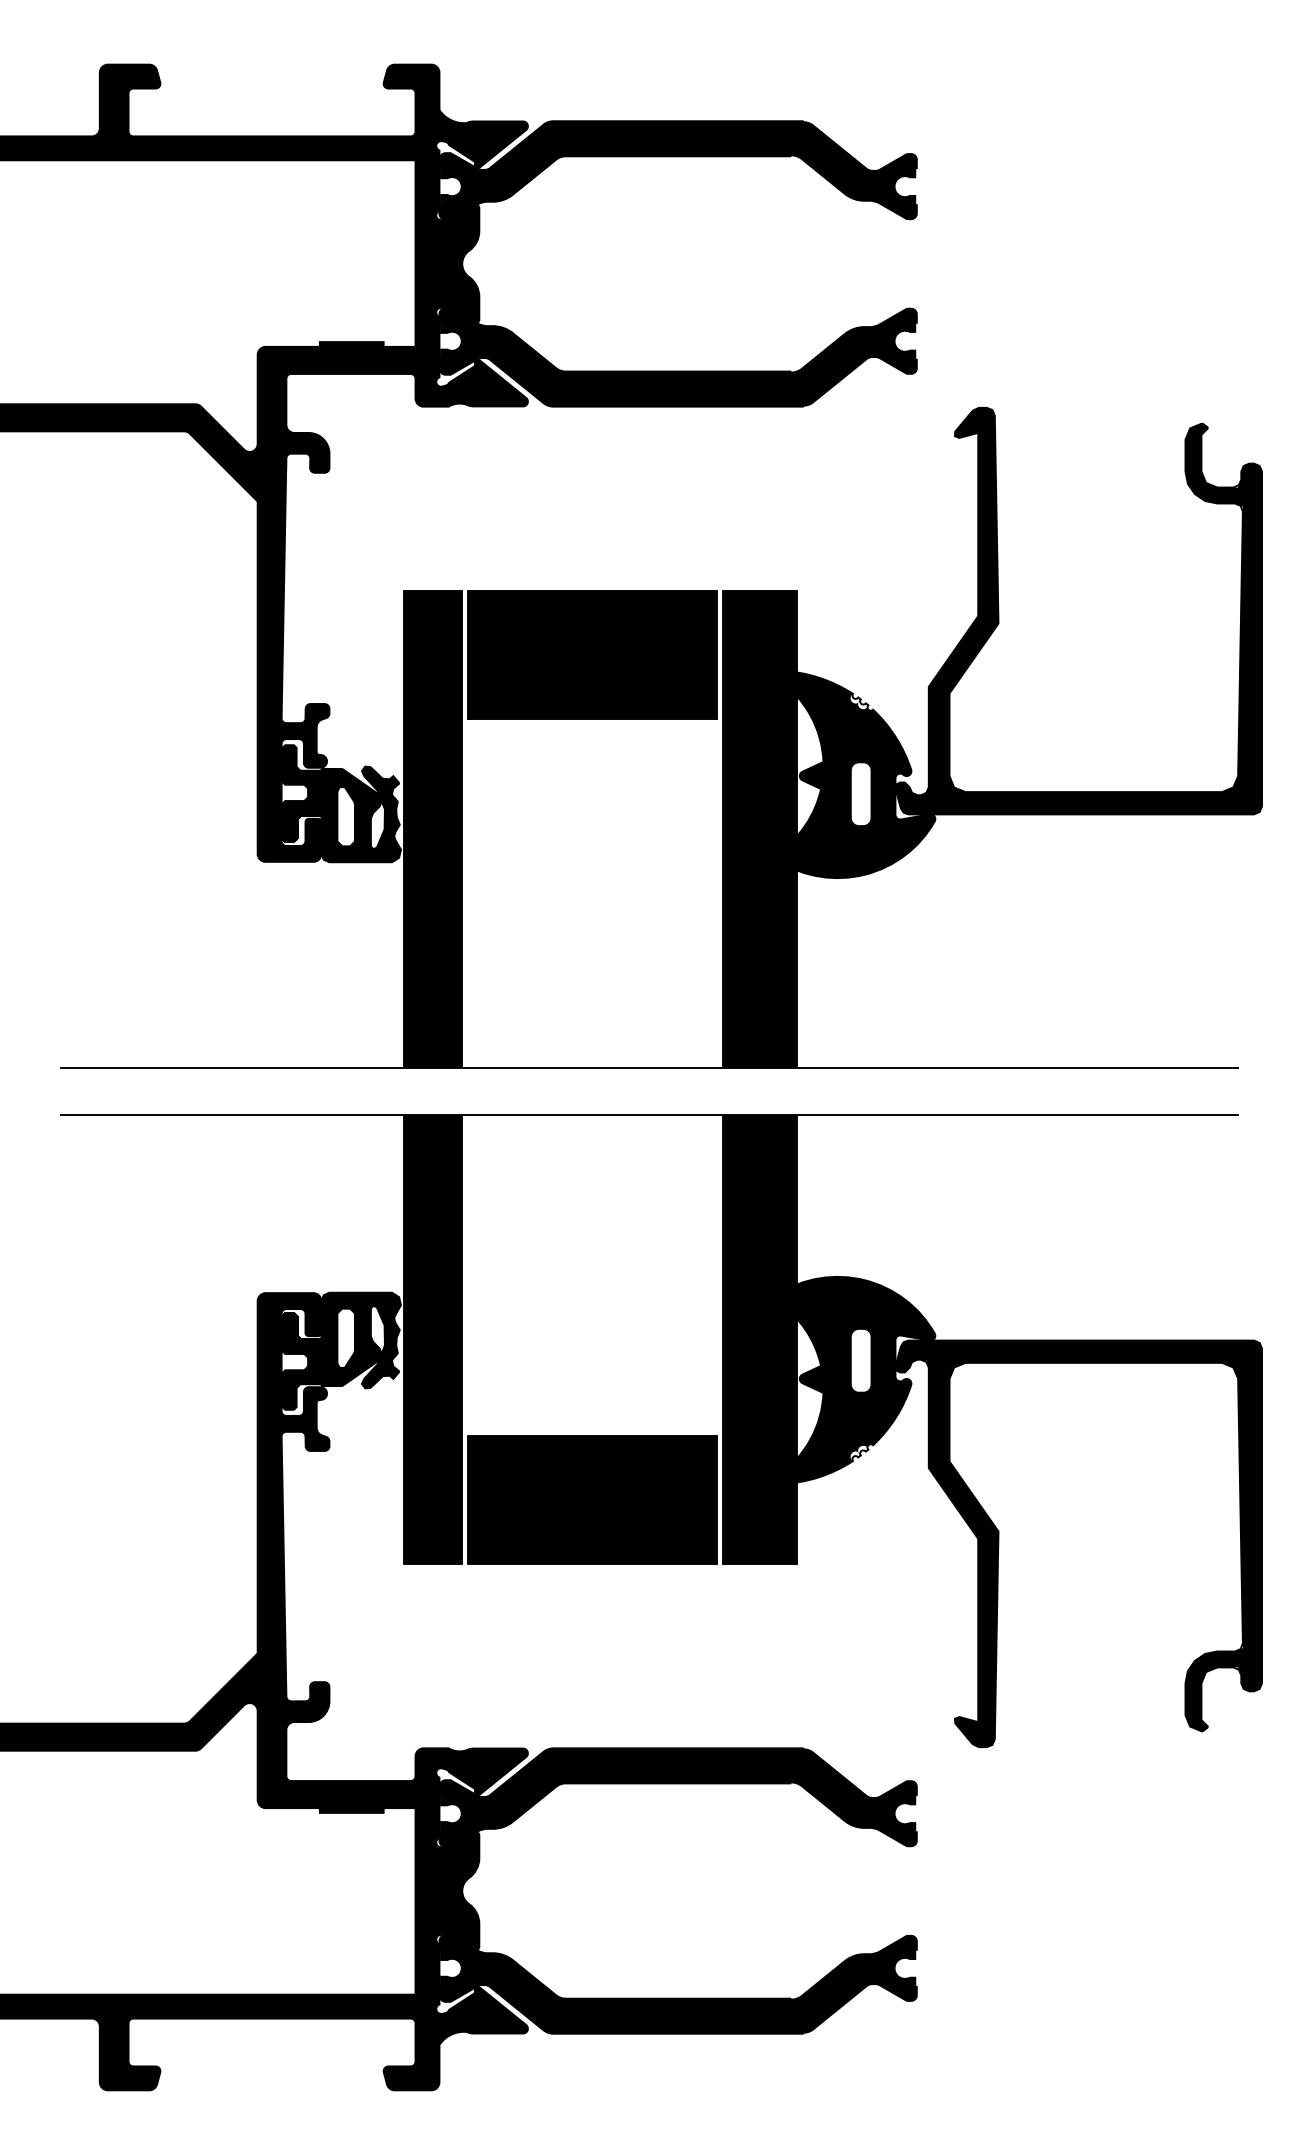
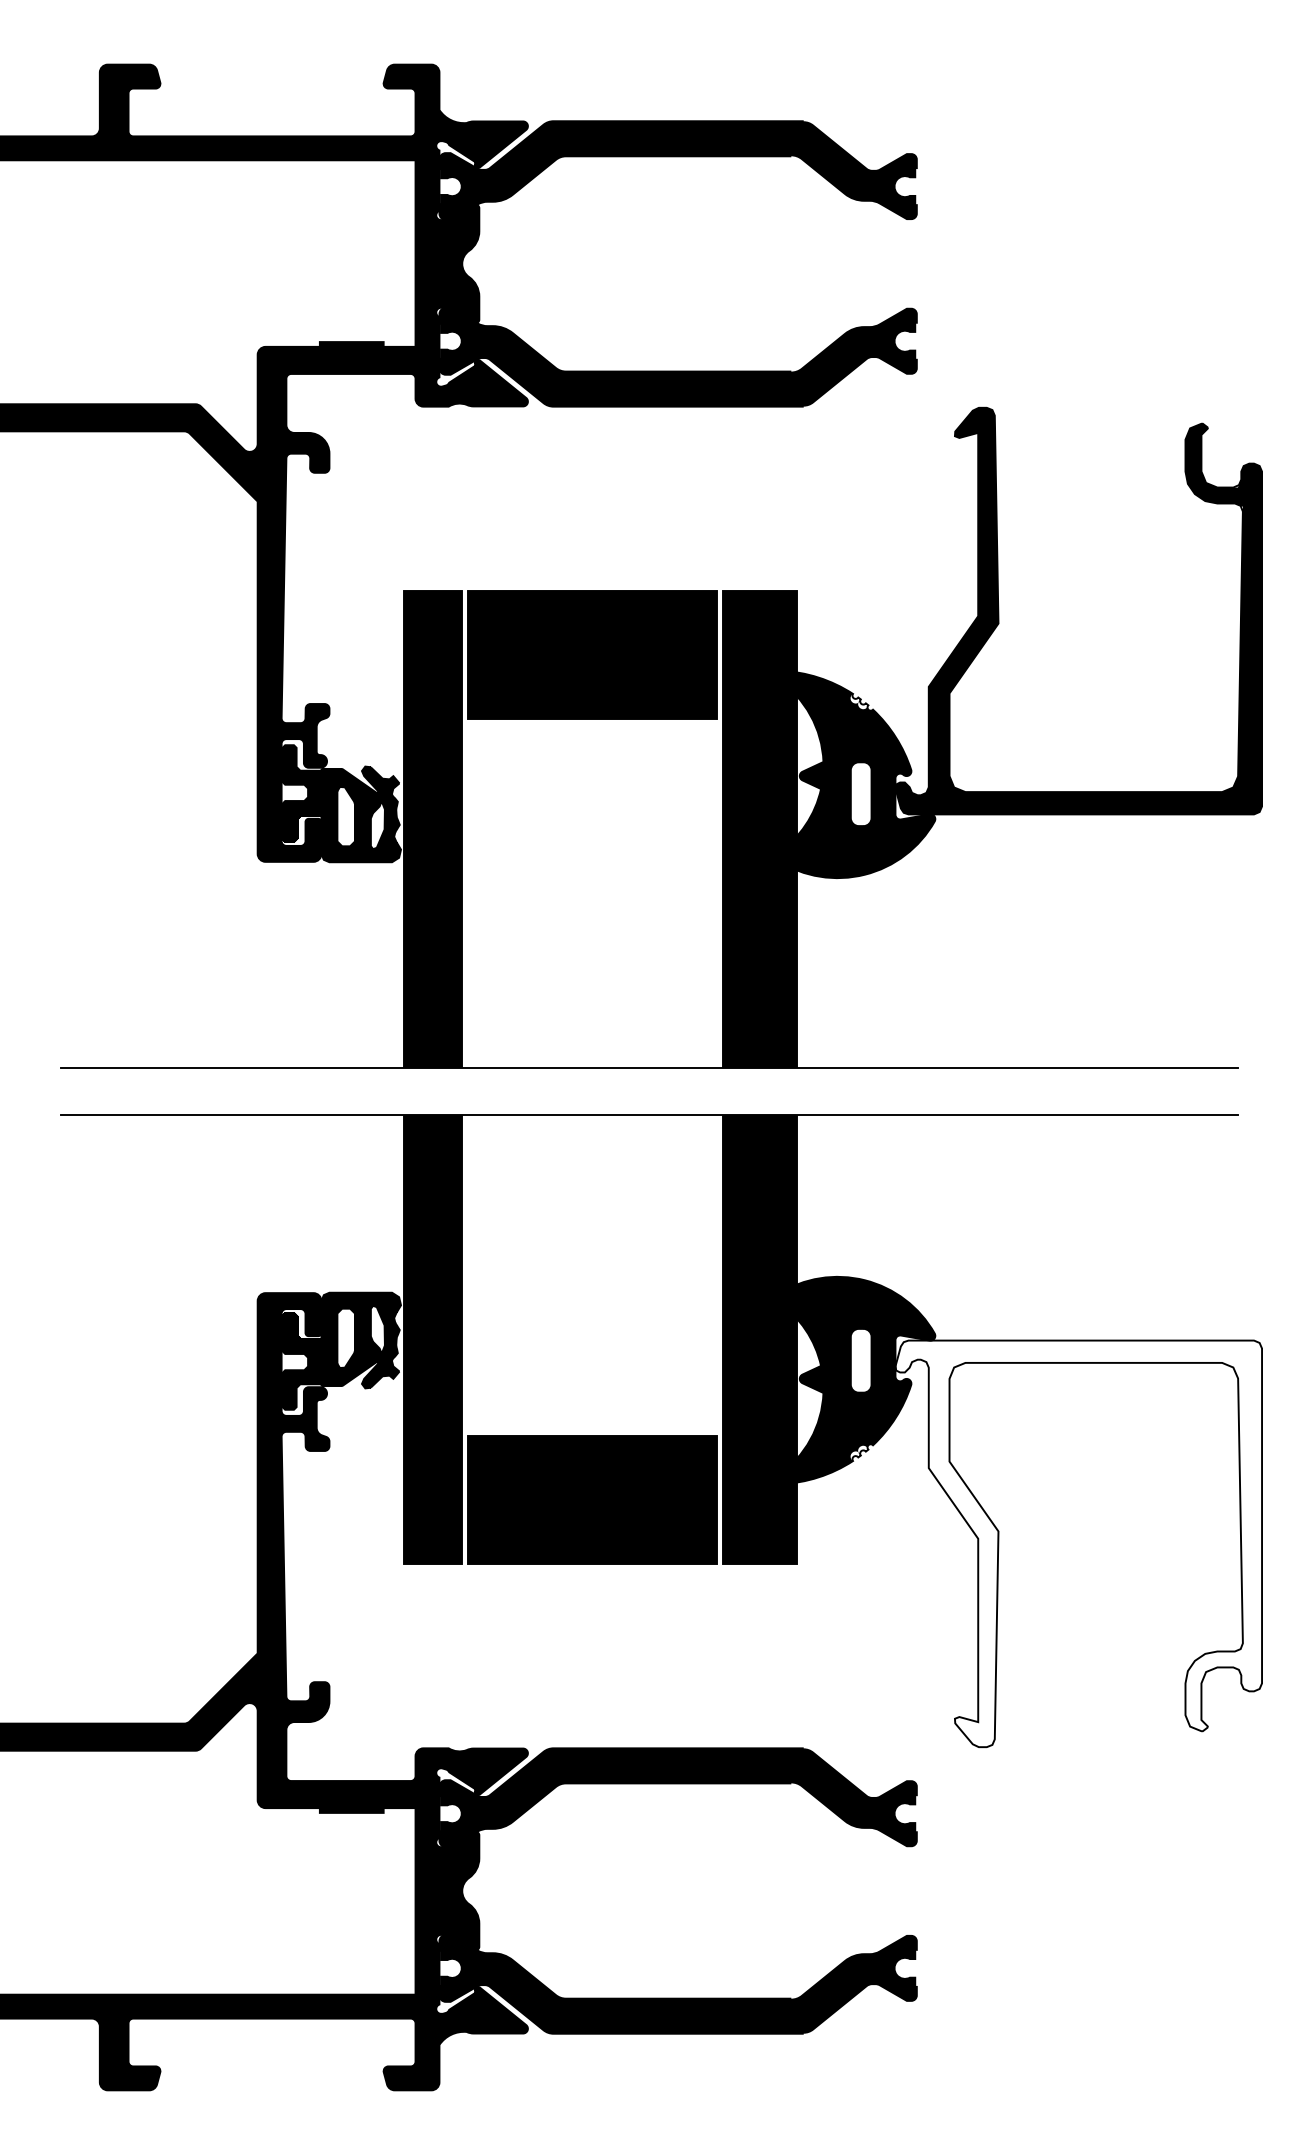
fill at (1078, 1543): present -> none
